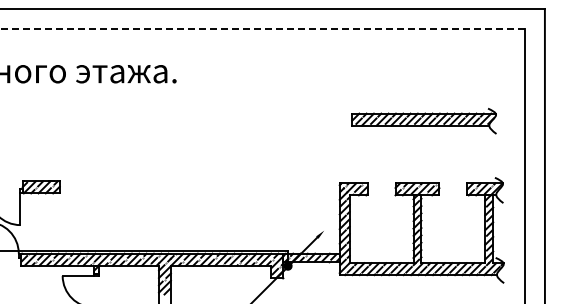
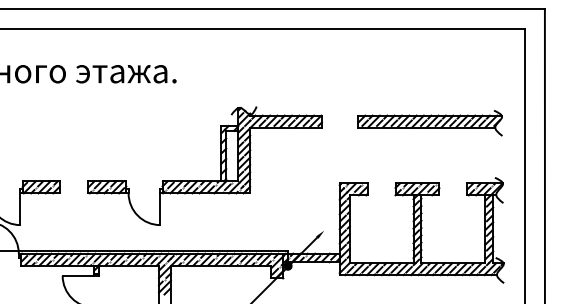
line at (262, 28): dashed -> solid
part at (423, 121) position: (423, 121) -> (429, 123)
part at (204, 180): none -> present
